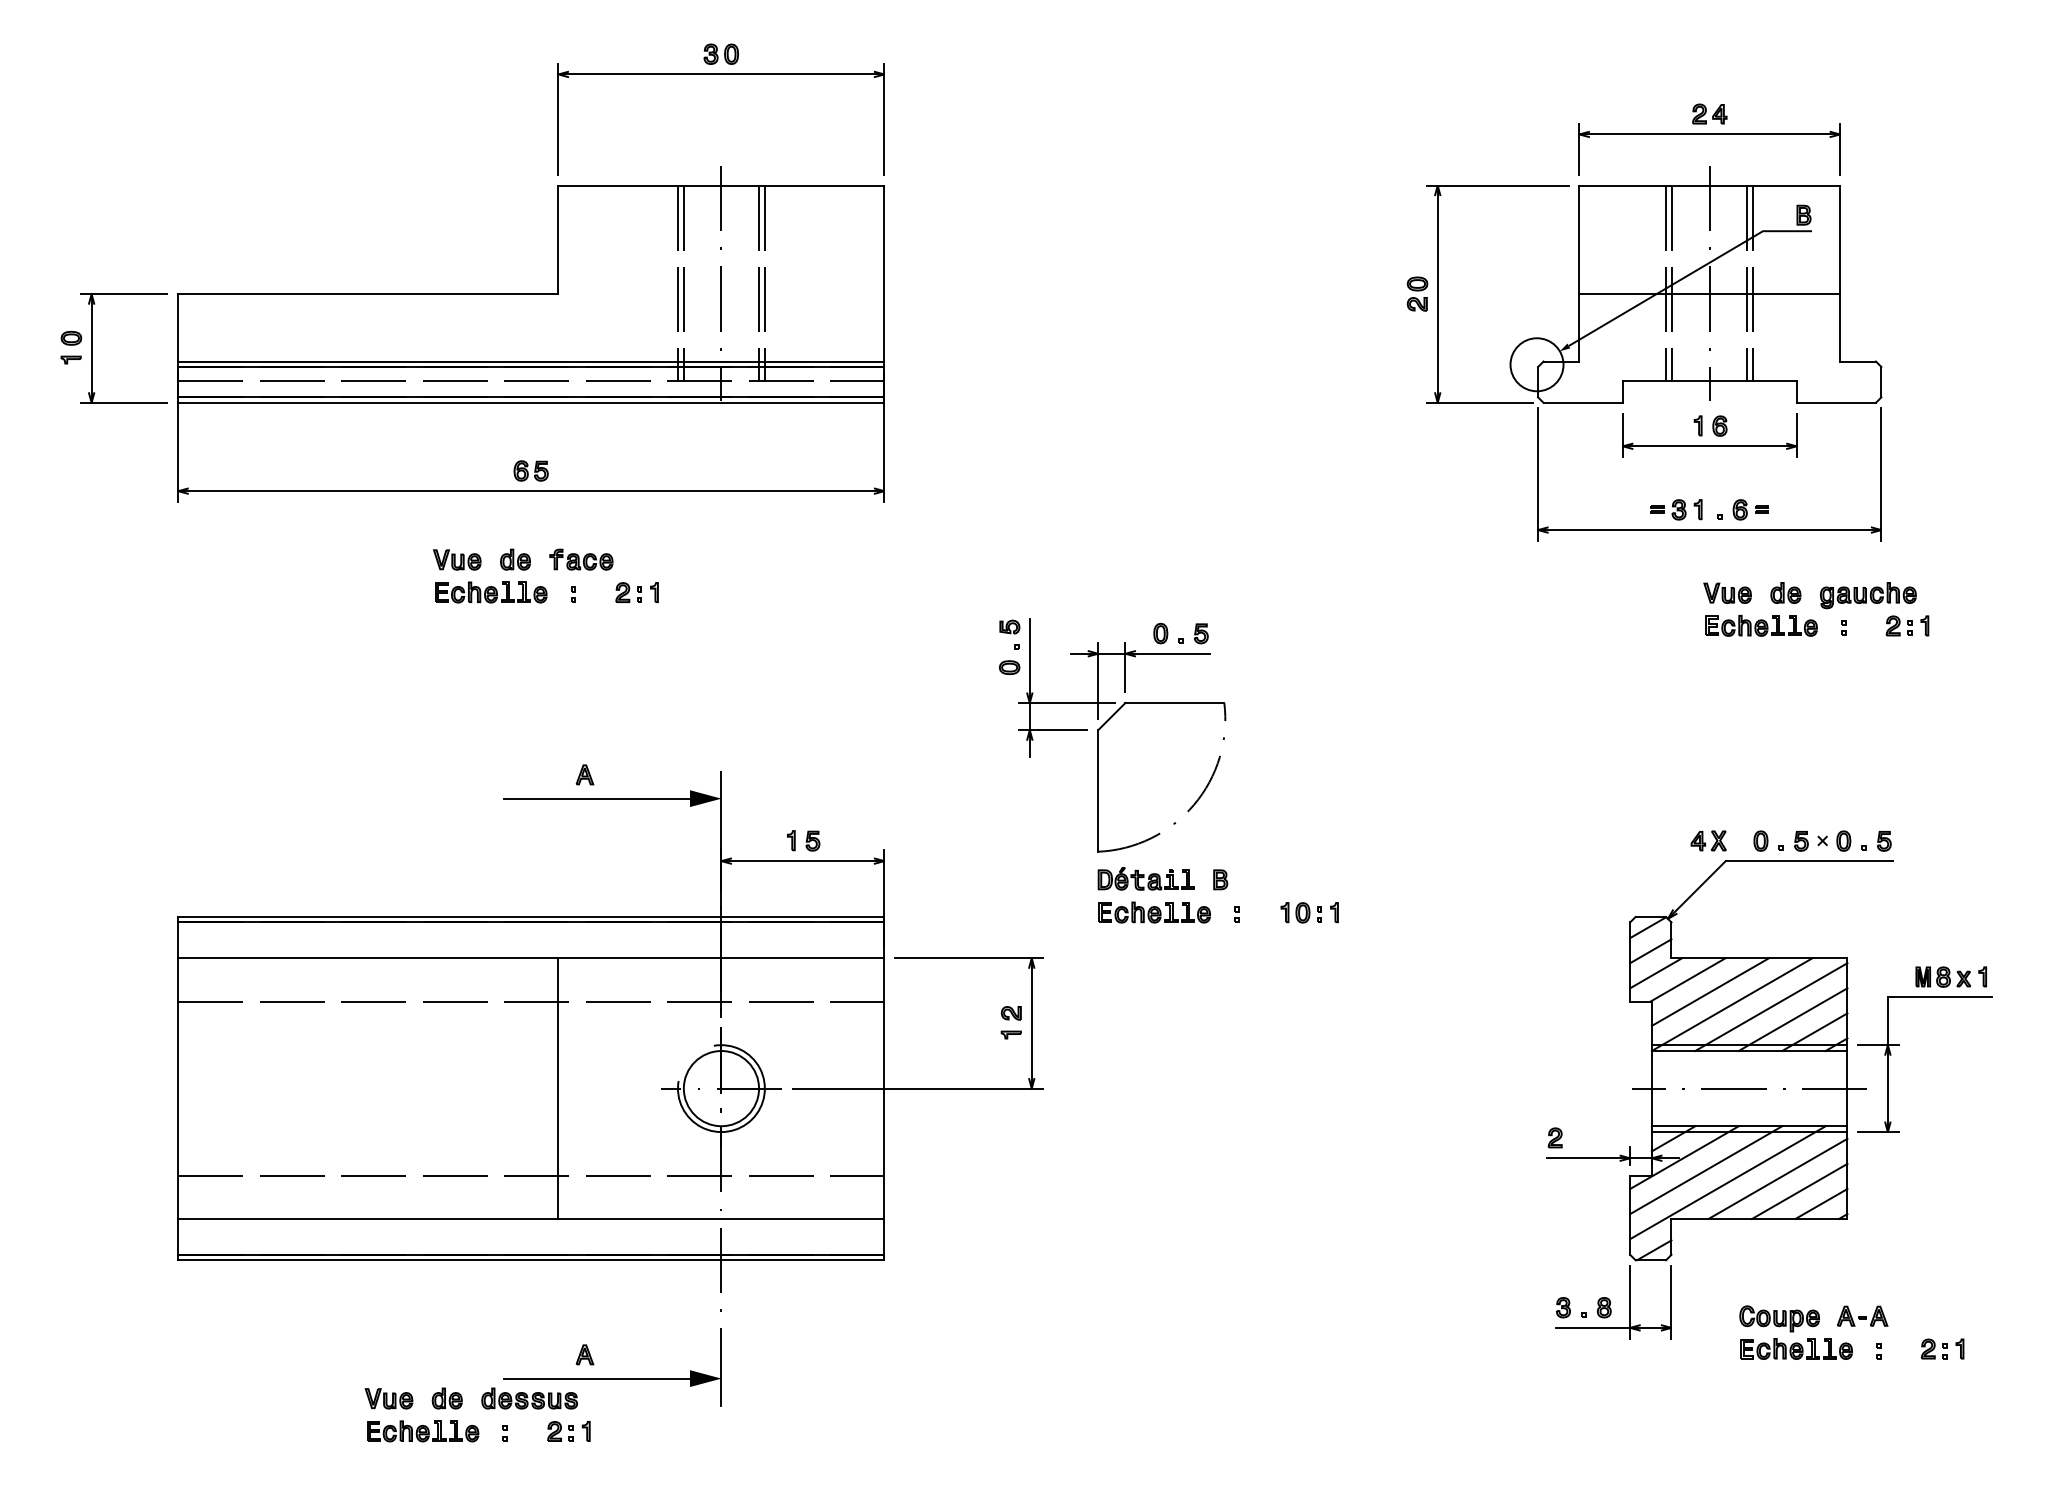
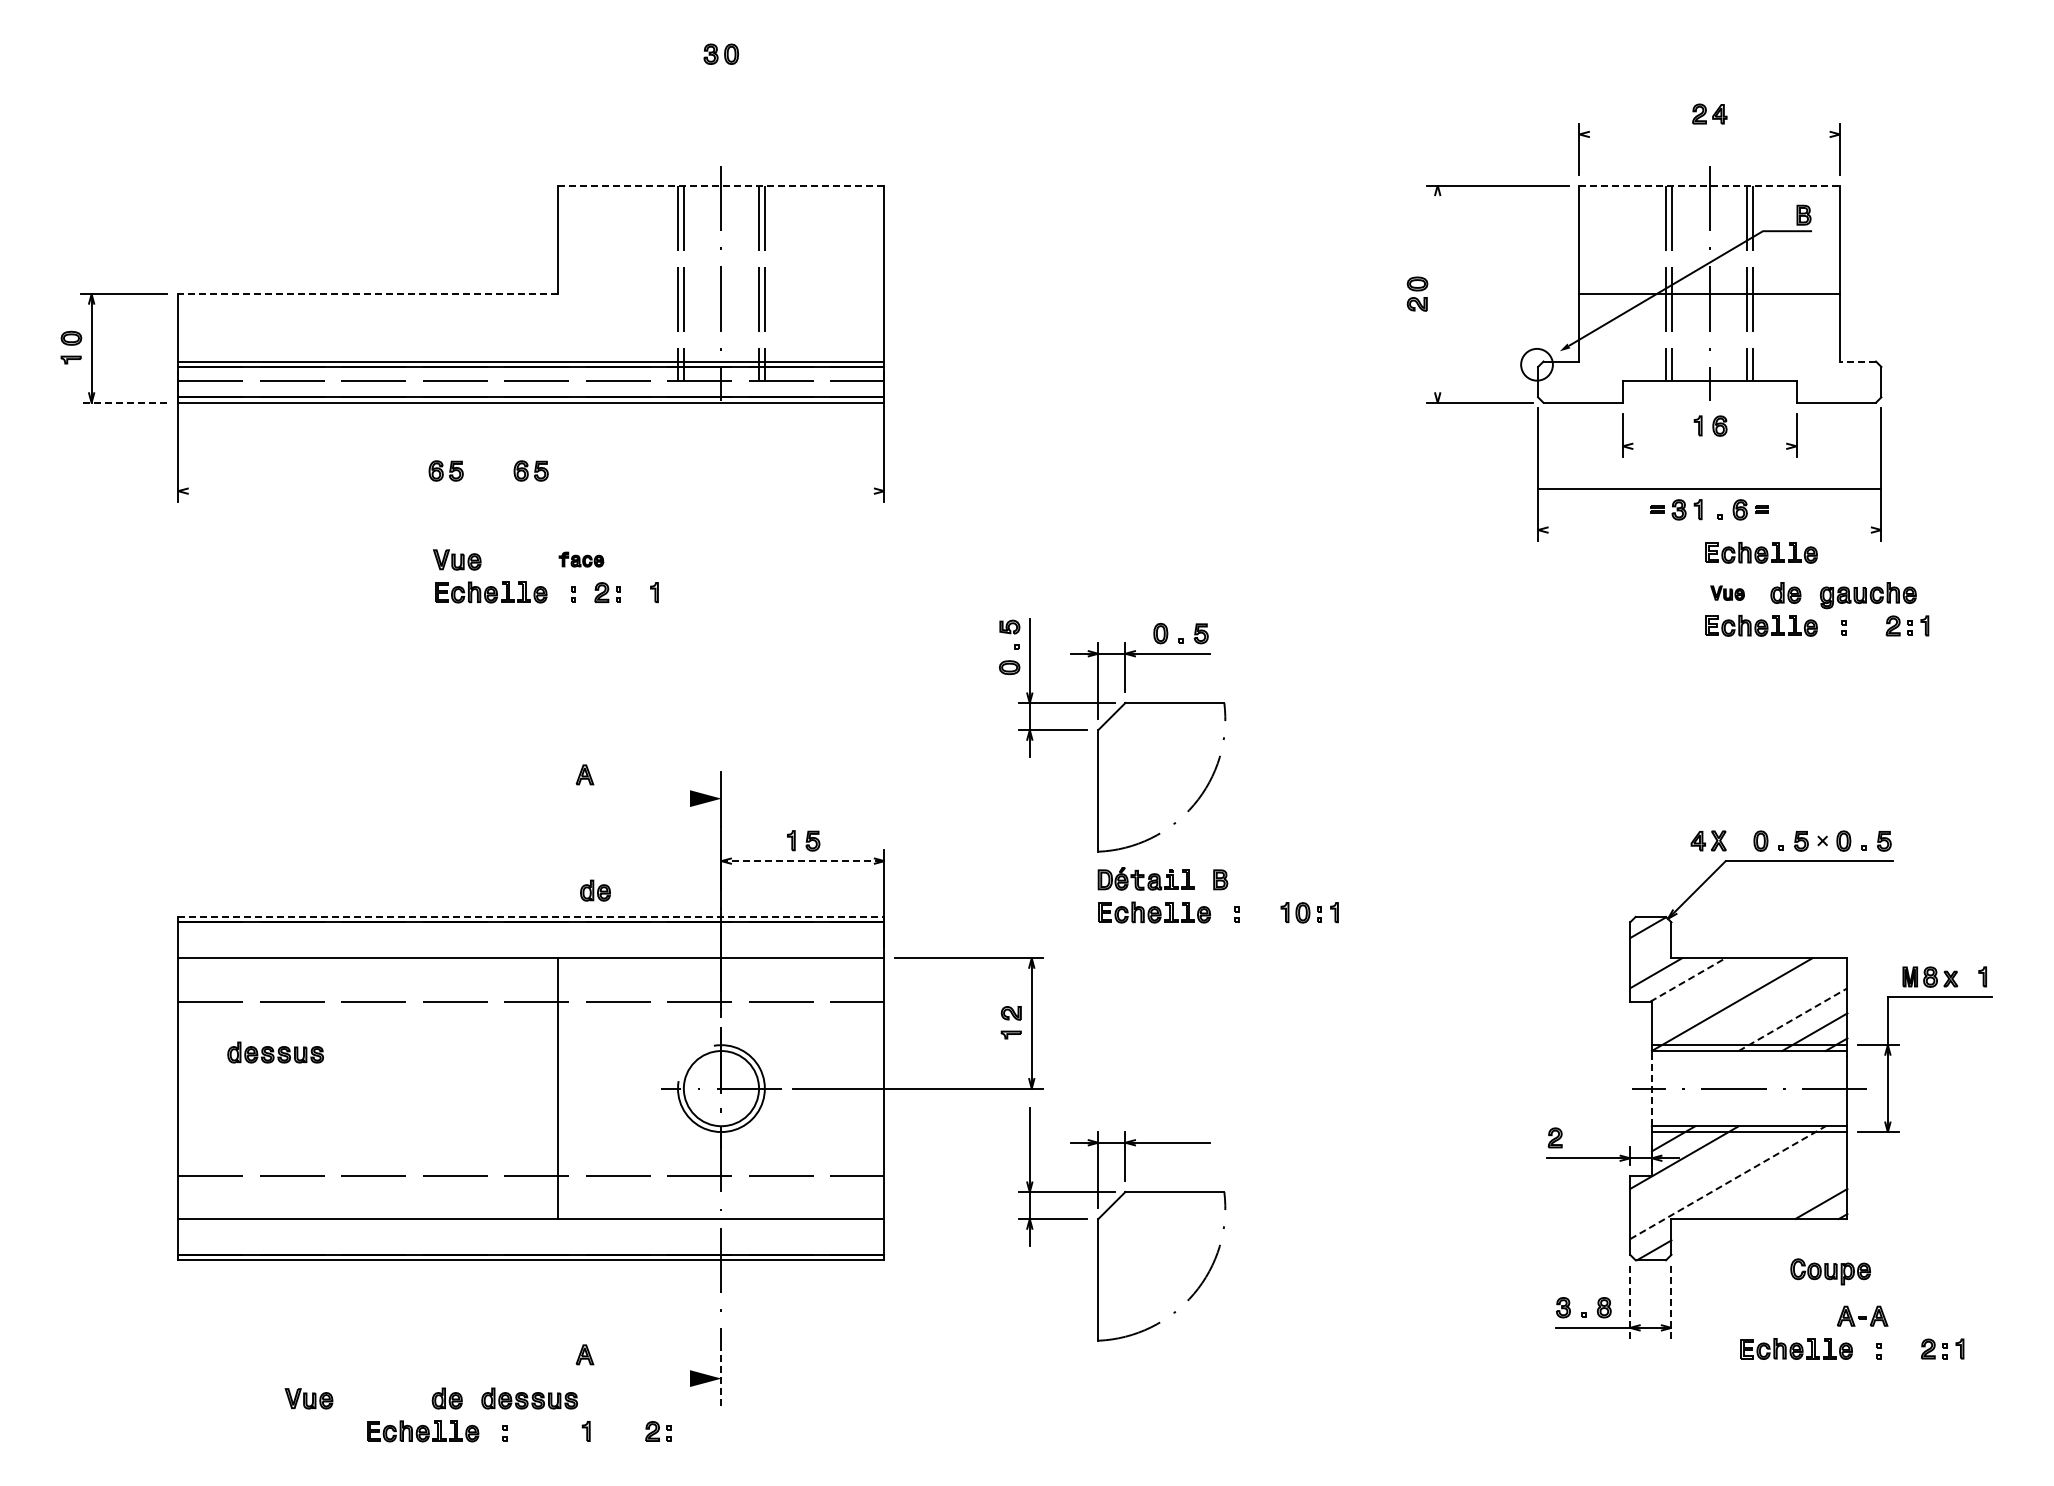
part at (720, 74): present -> none
line at (1709, 134): present -> none
line at (721, 185): solid -> dashed
line at (1710, 185): solid -> dashed
line at (1437, 293): present -> none
line at (367, 294): solid -> dashed
line at (1858, 361): solid -> dashed
circle at (1536, 364) diameter: 53 px -> 32 px
line at (123, 402): solid -> dashed
line at (1709, 446): present -> none
part at (445, 470): none -> present
line at (531, 491): present -> none
line at (1709, 530) position: (1709, 530) -> (1709, 489)
part at (1761, 552): none -> present
part at (515, 559) position: (515, 559) -> (595, 890)
part at (581, 559) size: 65x23 px -> 47x17 px
part at (628, 592) position: (628, 592) -> (607, 592)
part at (1727, 592) size: 49x22 px -> 35x16 px
line at (597, 798): present -> none
line at (803, 861): solid -> dashed
line at (531, 916): solid -> dashed
line at (1650, 951): present -> none
part at (1942, 976) position: (1942, 976) -> (1929, 976)
line at (1688, 979): solid -> dashed
line at (1710, 991): present -> none
line at (1771, 1007): present -> none
line at (1793, 1019): solid -> dashed
part at (275, 1052): none -> present
line at (1651, 1090): solid -> dashed
line at (1706, 1170): present -> none
line at (1777, 1178): present -> none
line at (1727, 1182): solid -> dashed
line at (1799, 1190): present -> none
part at (1108, 1210): none -> present
line at (1630, 1302): solid -> dashed
line at (1671, 1302): solid -> dashed
part at (1779, 1318) position: (1779, 1318) -> (1830, 1271)
line at (597, 1378): present -> none
line at (721, 1378): solid -> dashed
part at (388, 1398) position: (388, 1398) -> (308, 1398)
part at (560, 1431) position: (560, 1431) -> (658, 1431)
